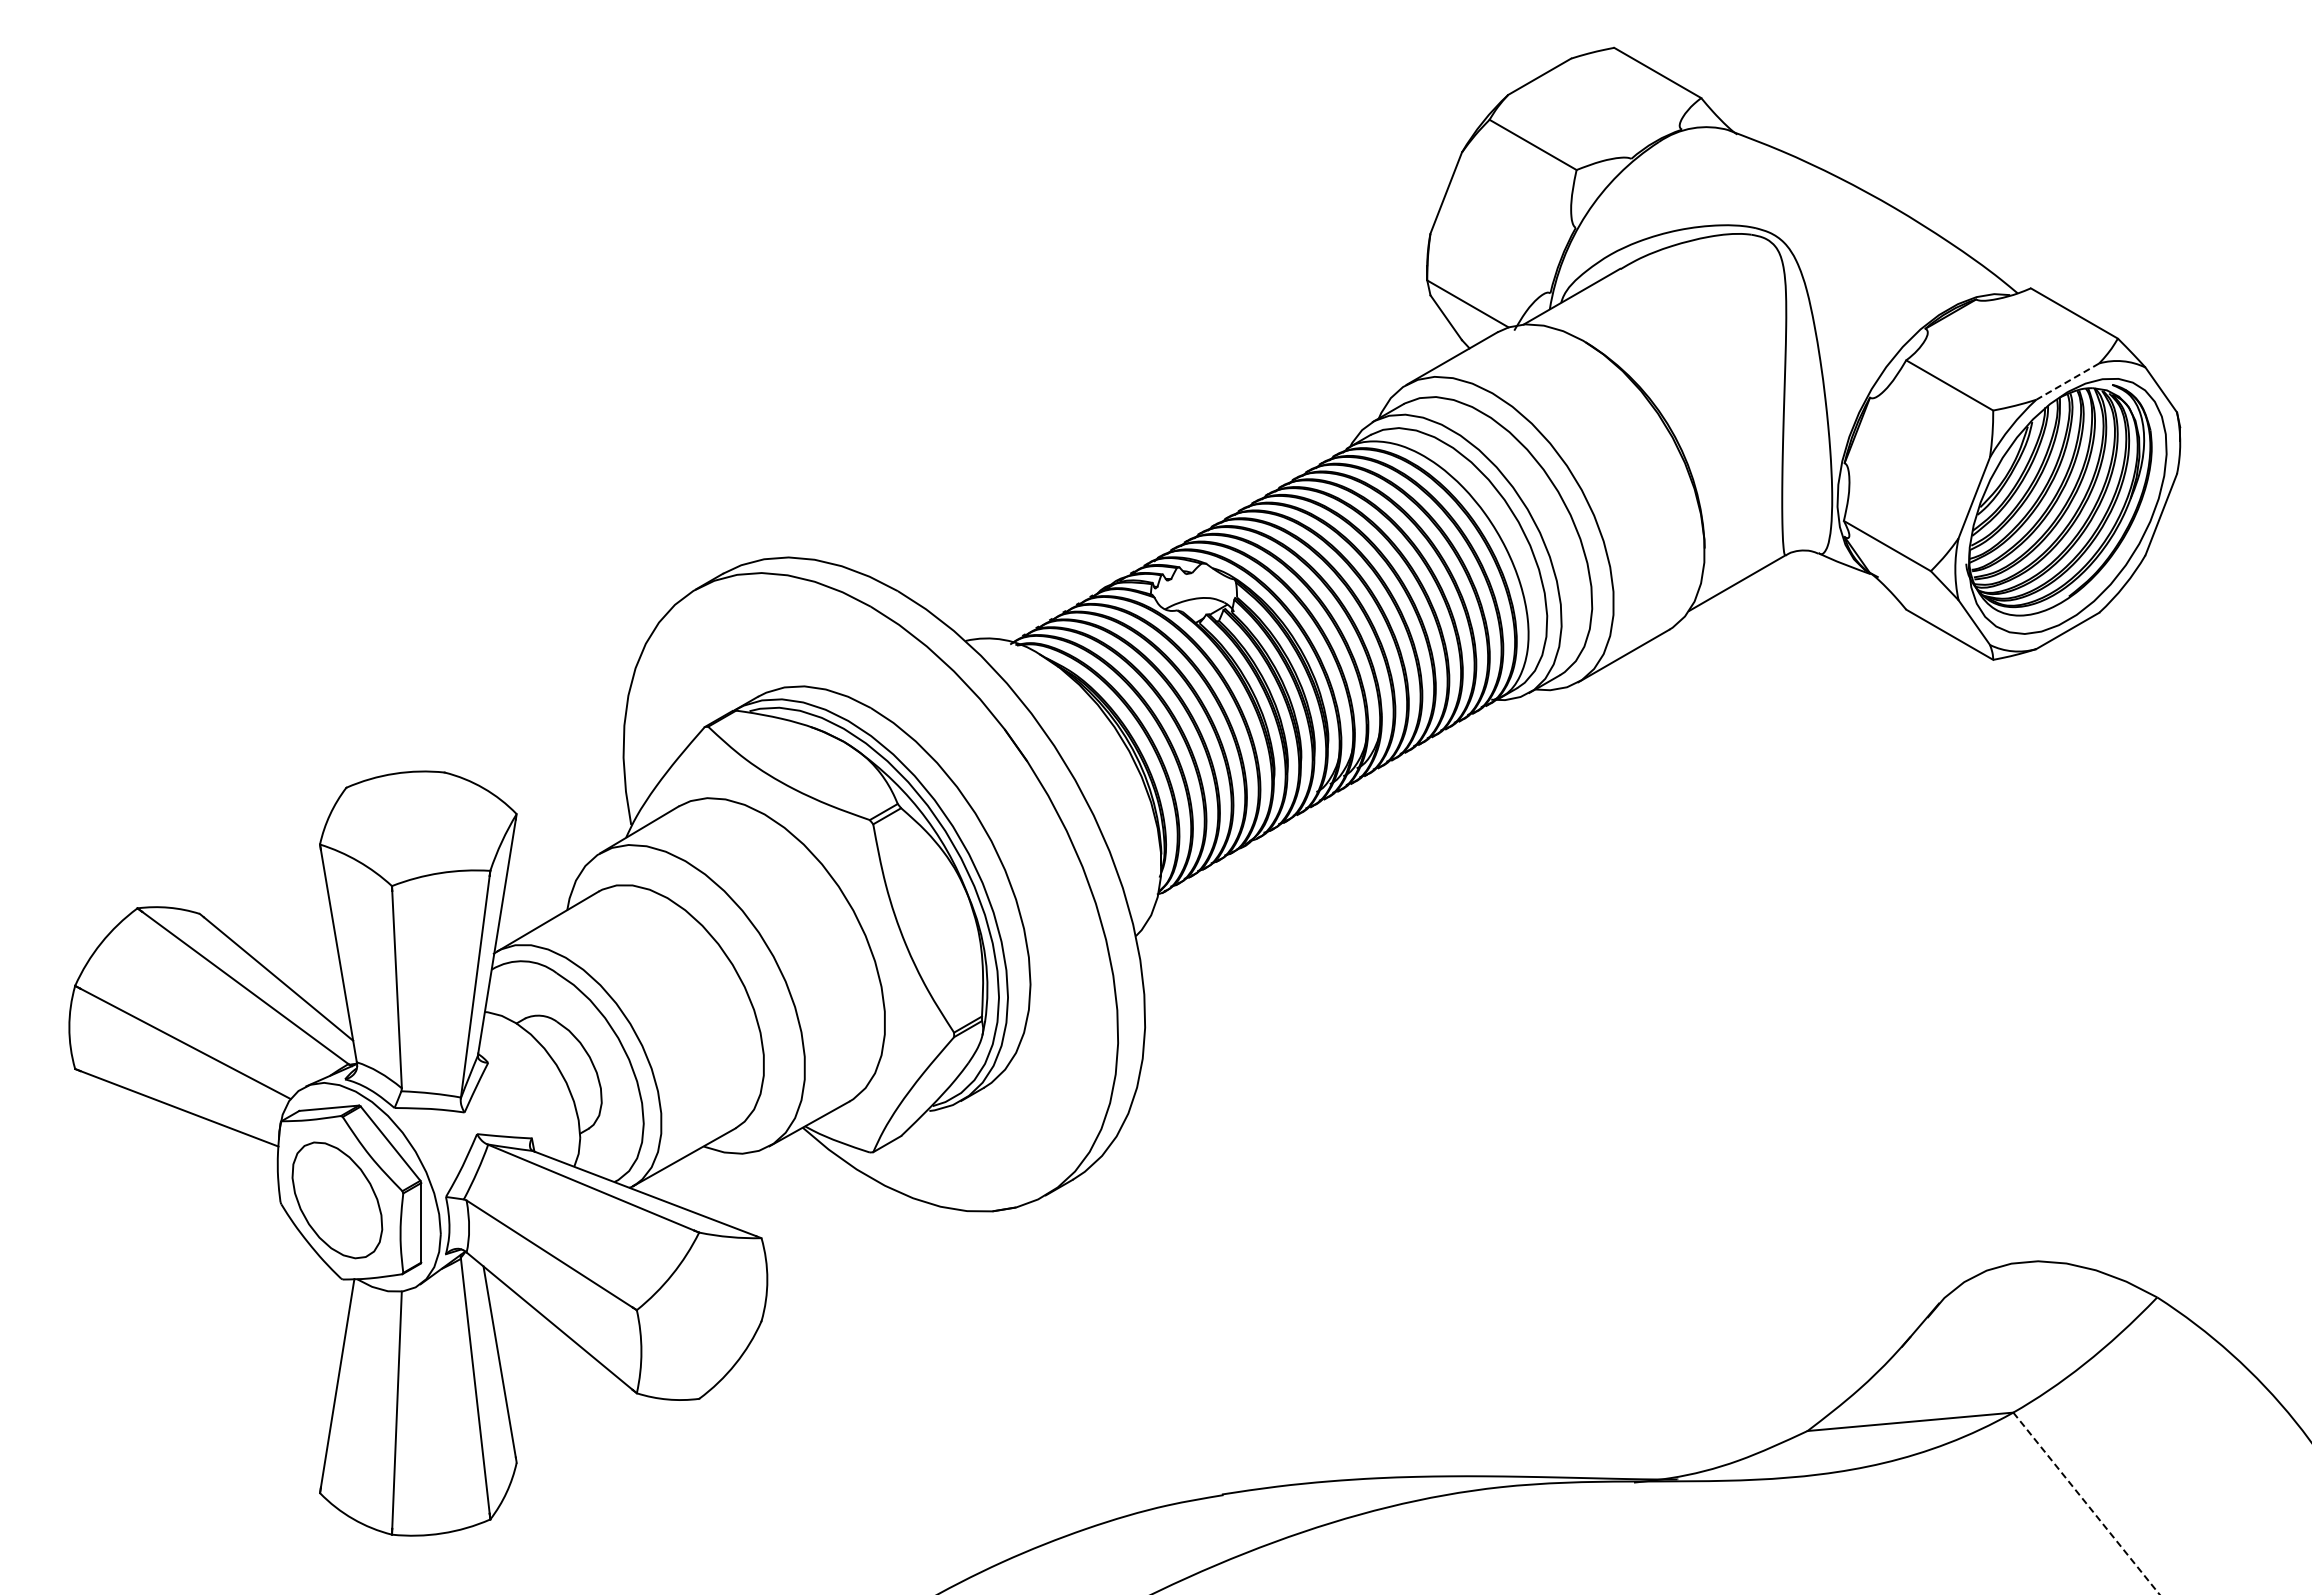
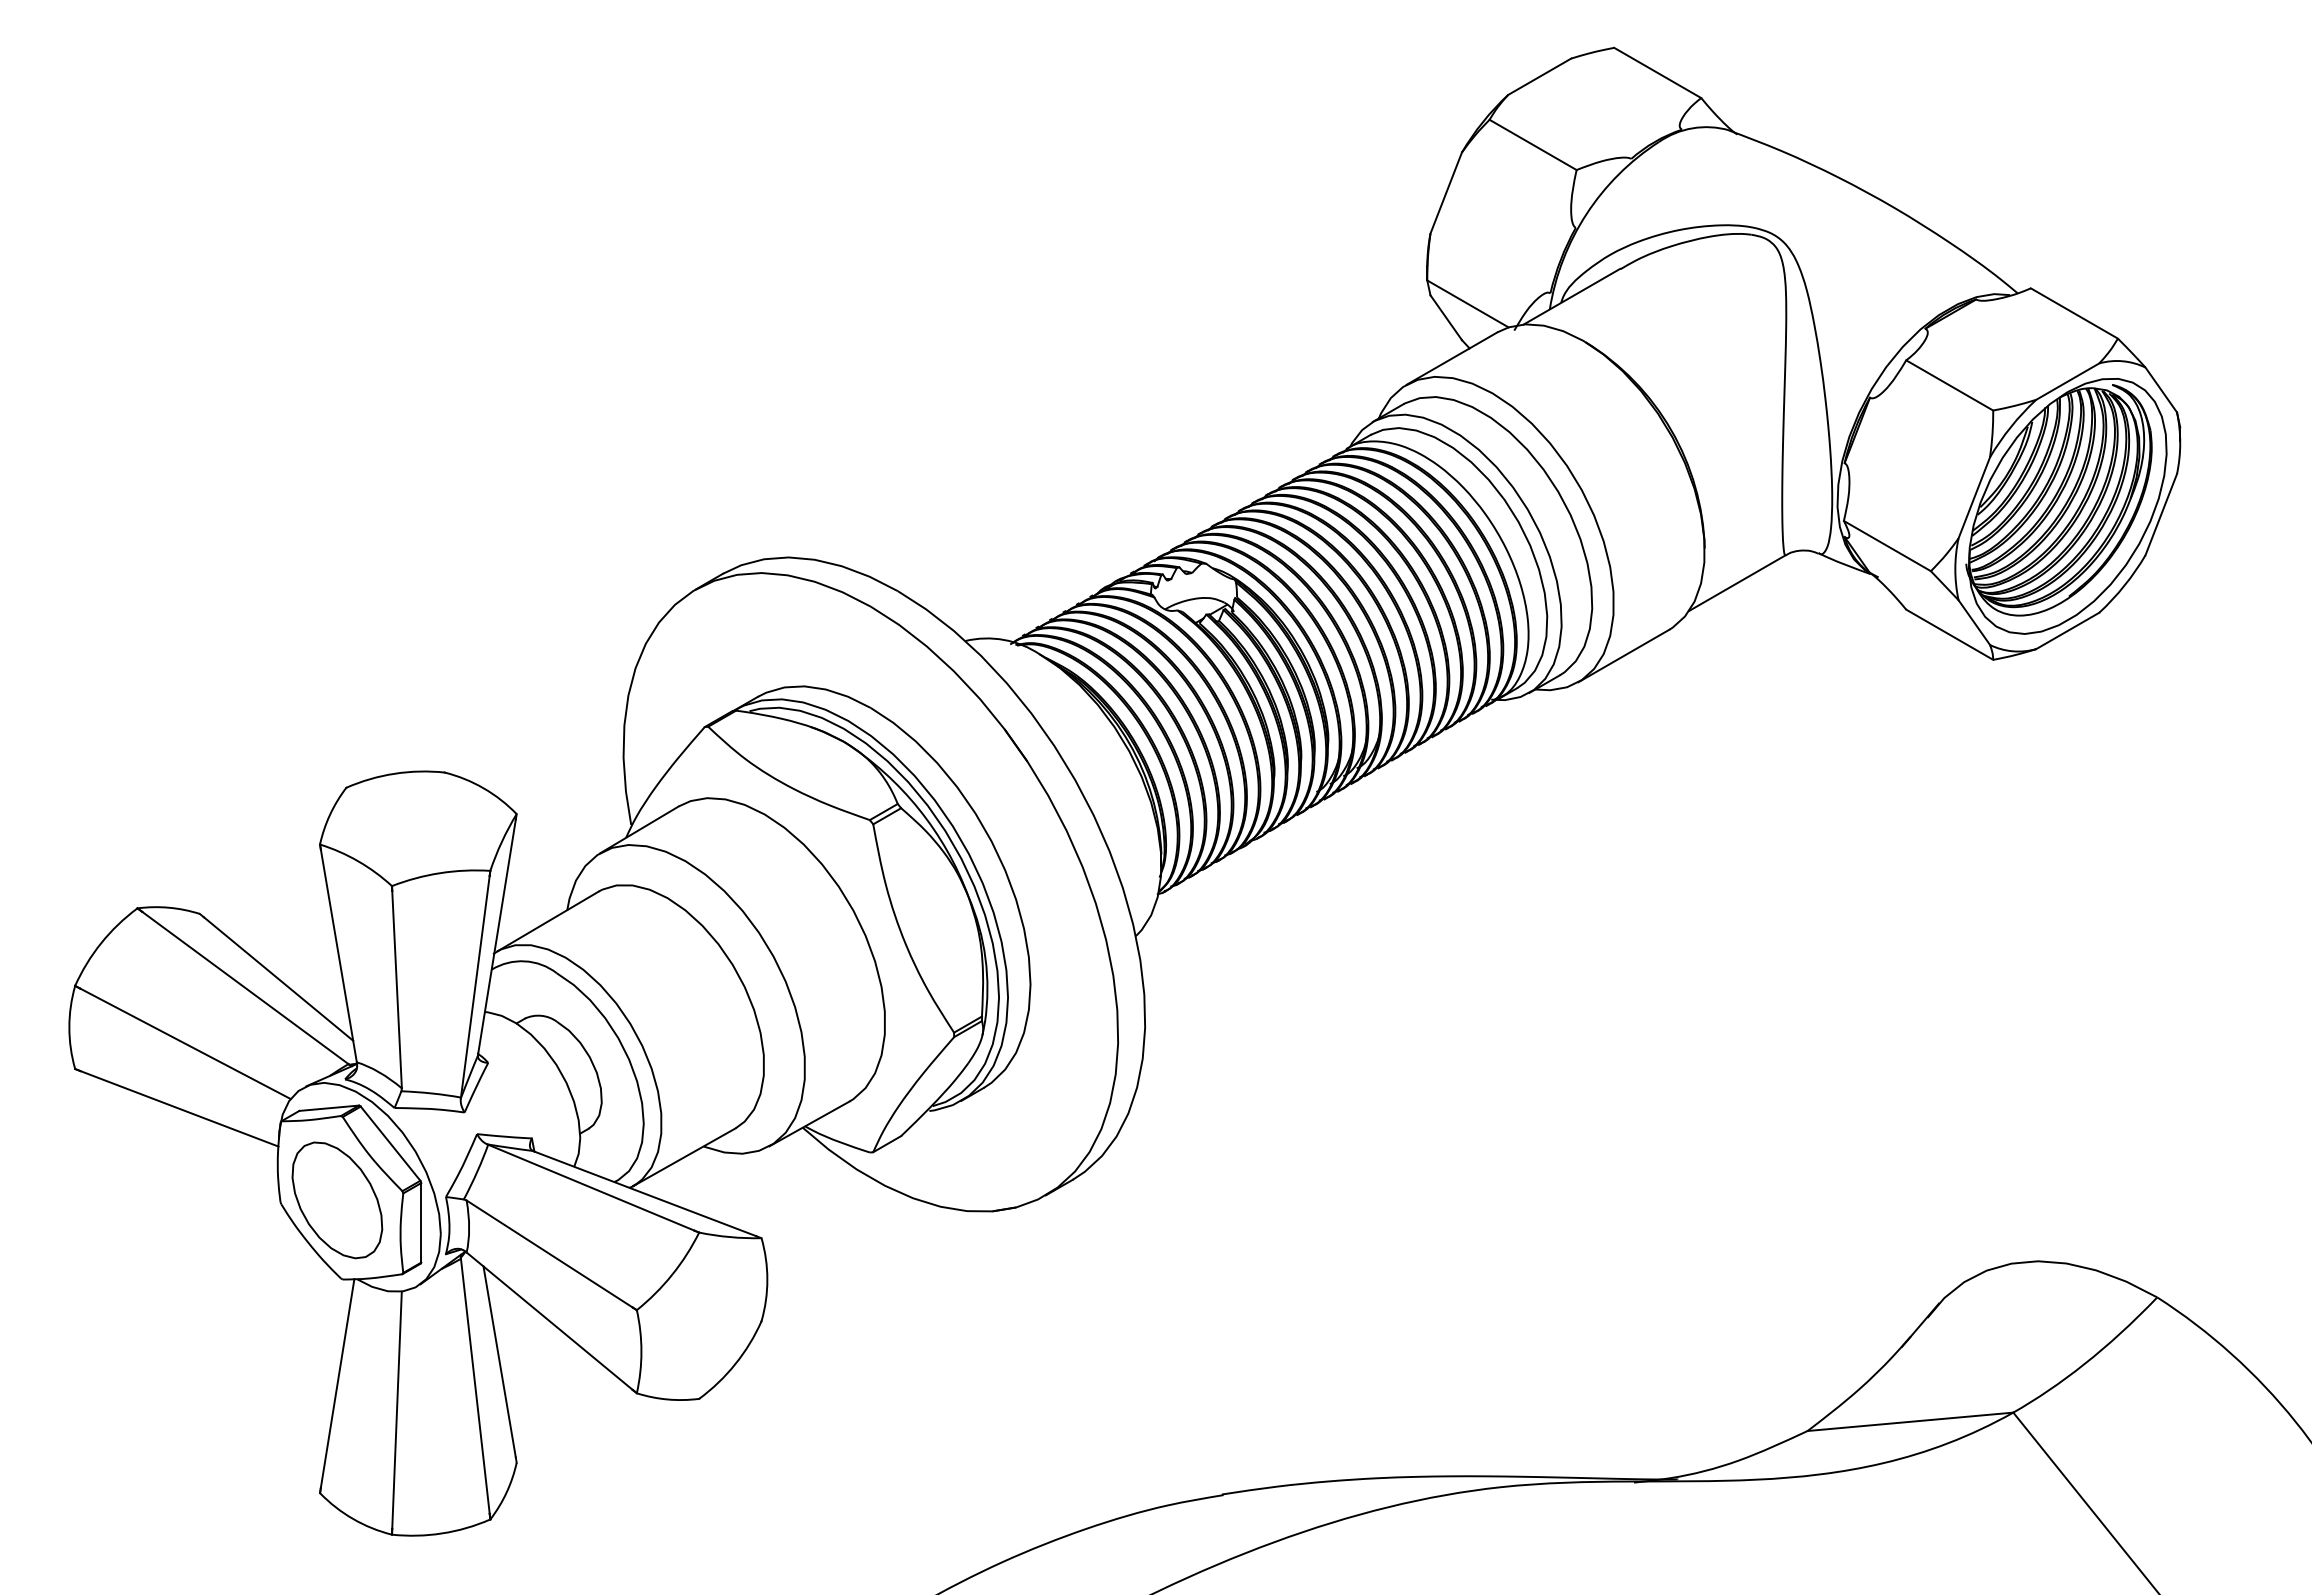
line at (2067, 381): dashed -> solid
line at (2086, 1503): dashed -> solid
